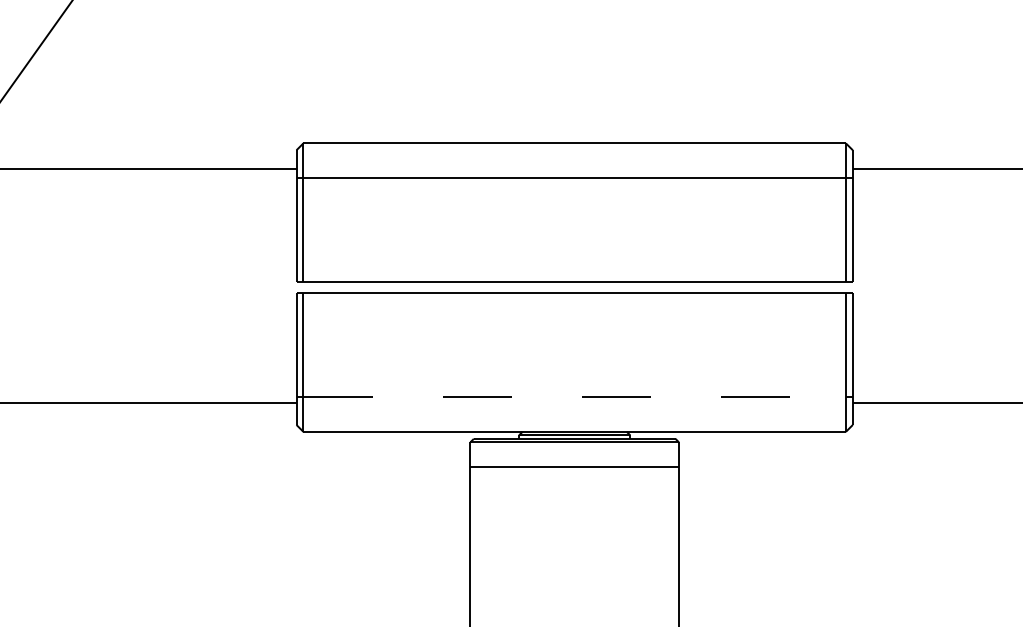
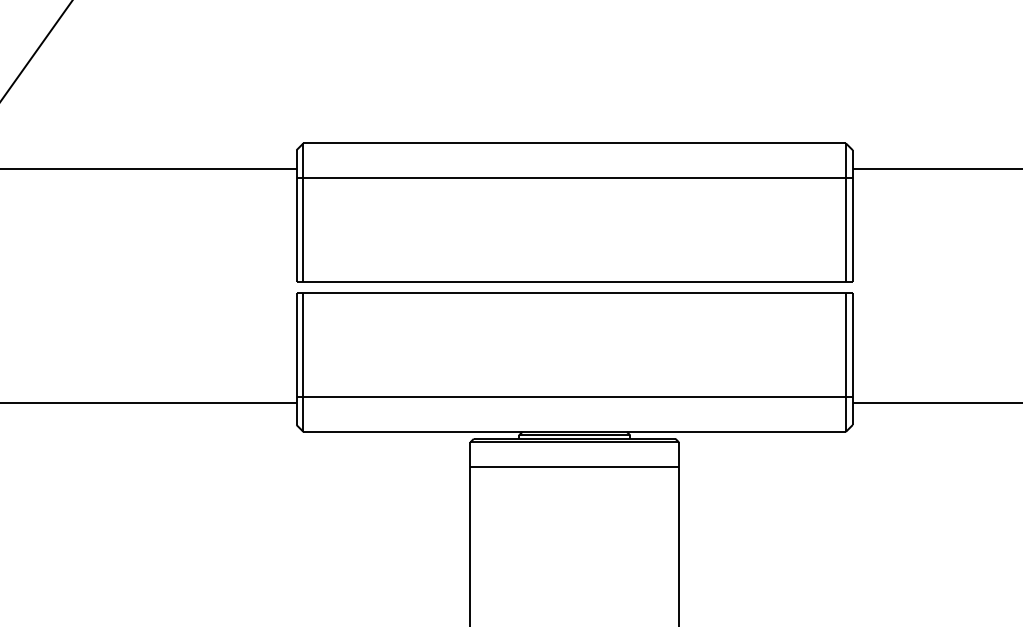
line at (575, 397): dashed -> solid
